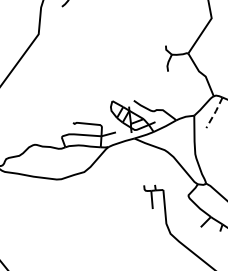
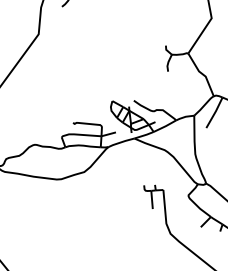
line at (215, 112): dashed -> solid
